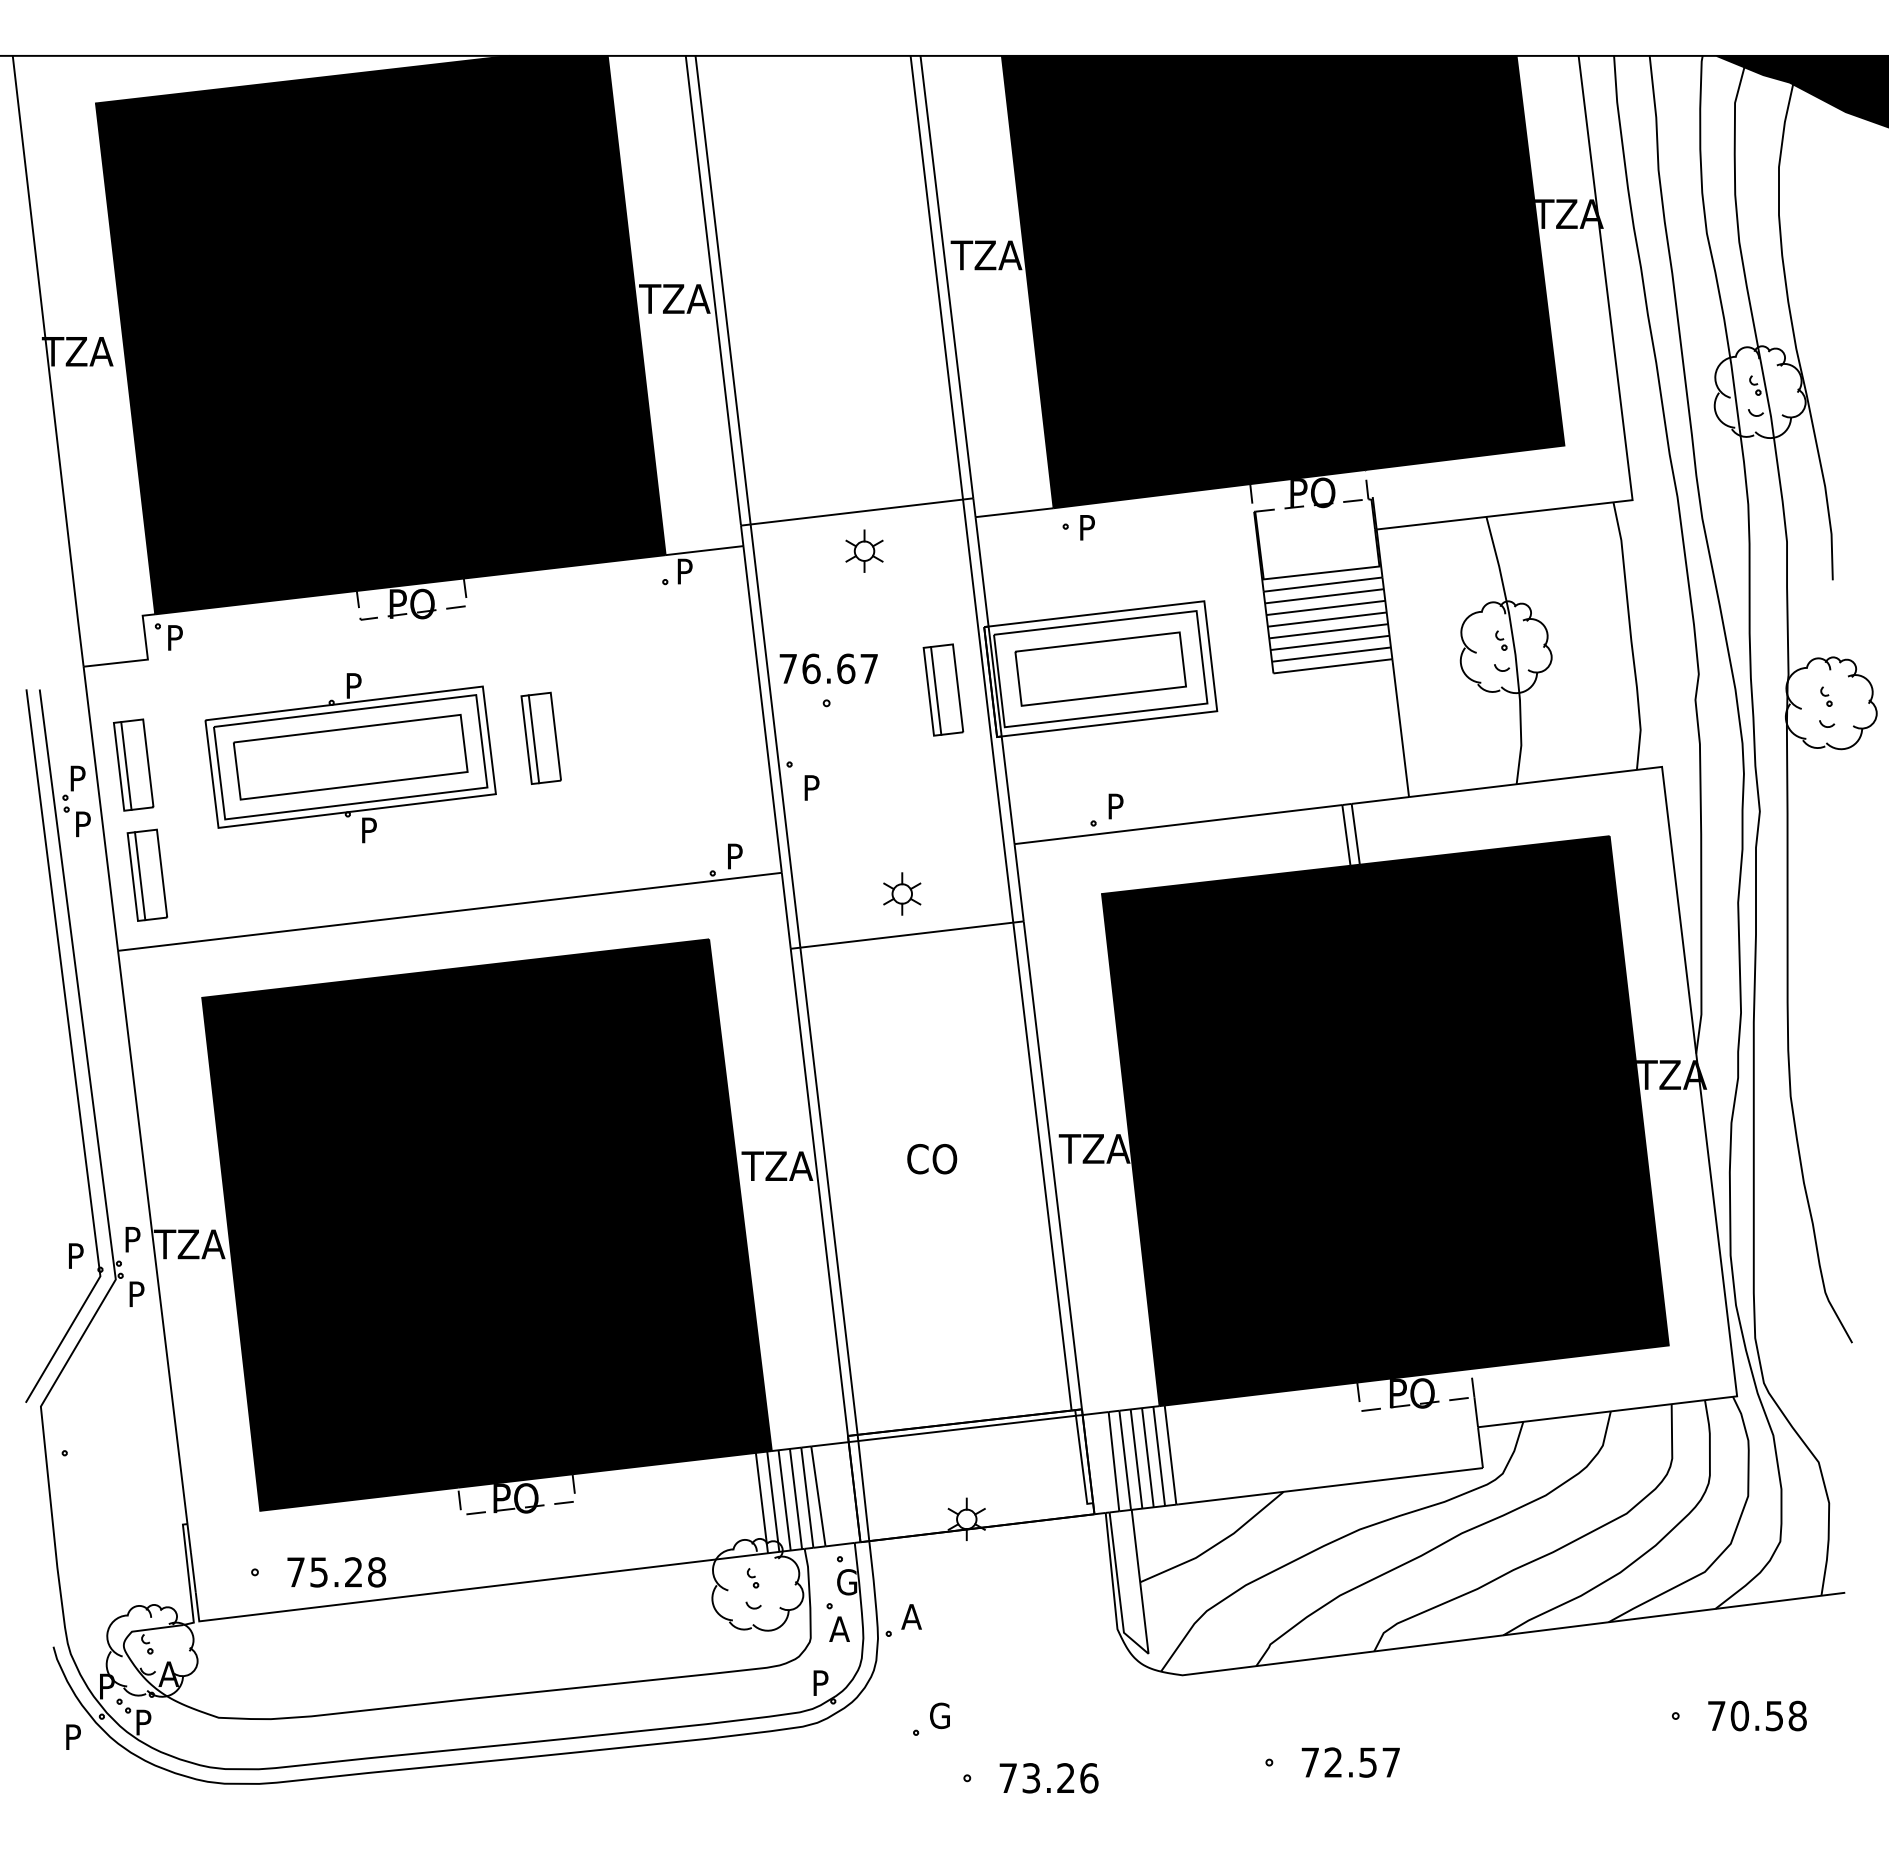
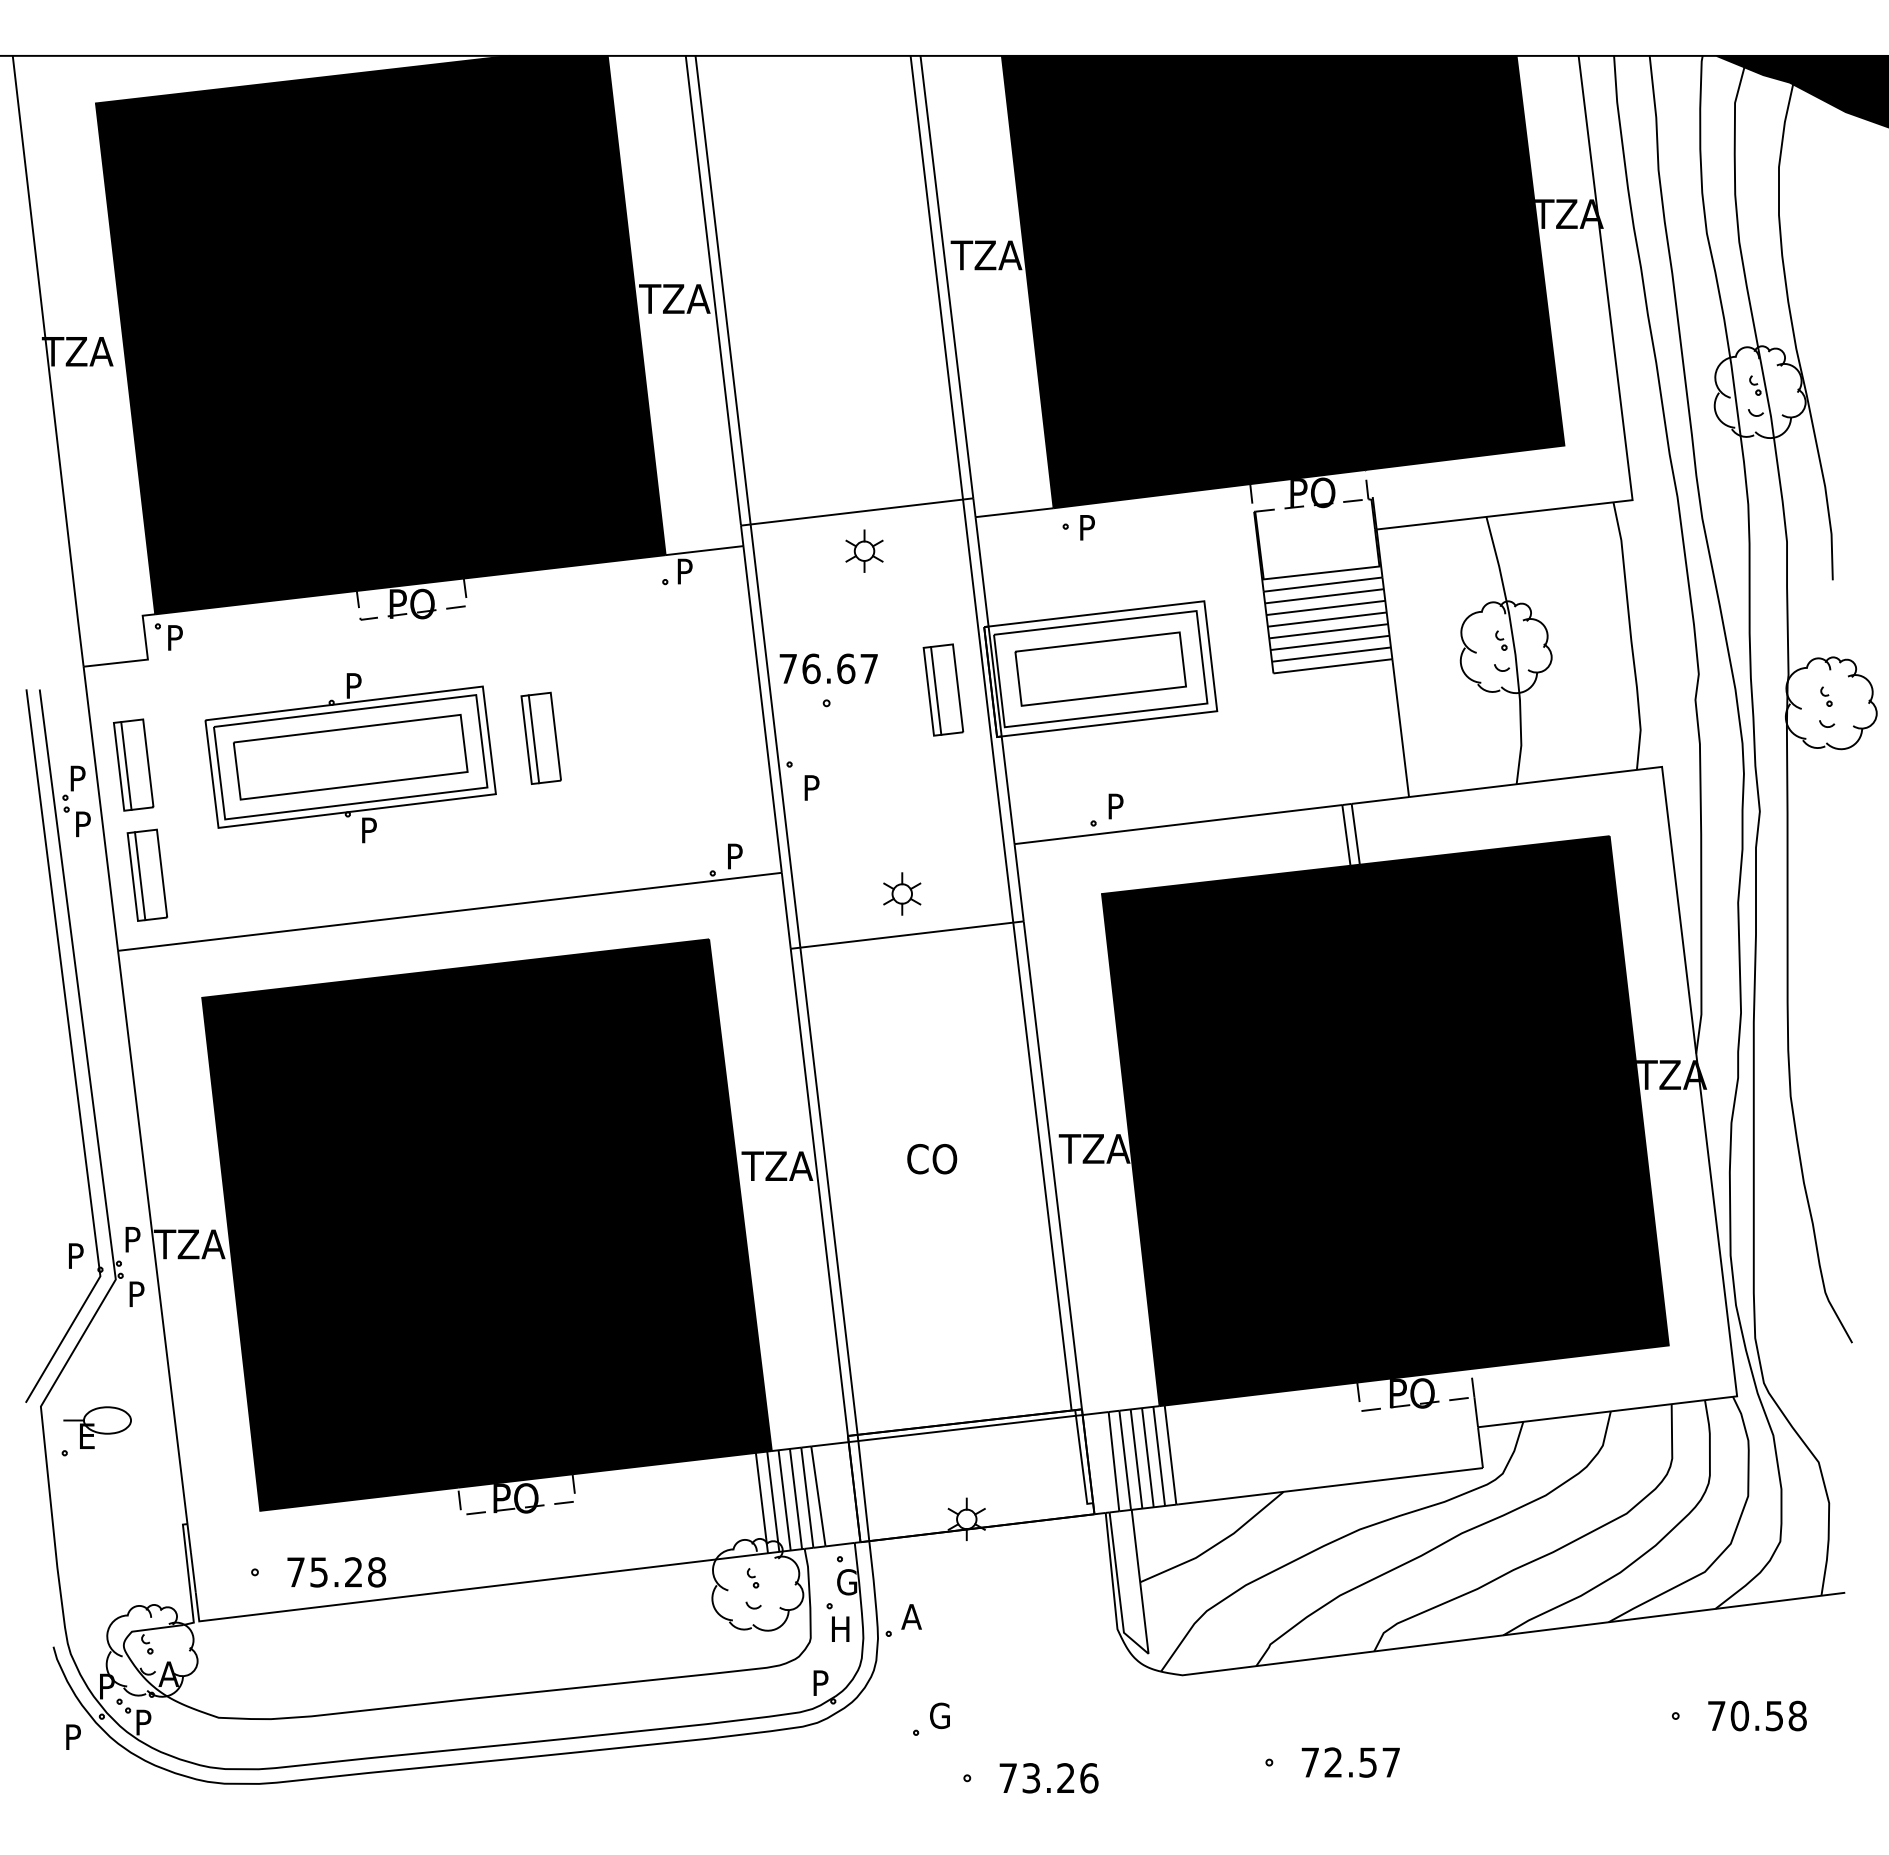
part at (97, 1427): none -> present
text at (839, 1628): A -> H
